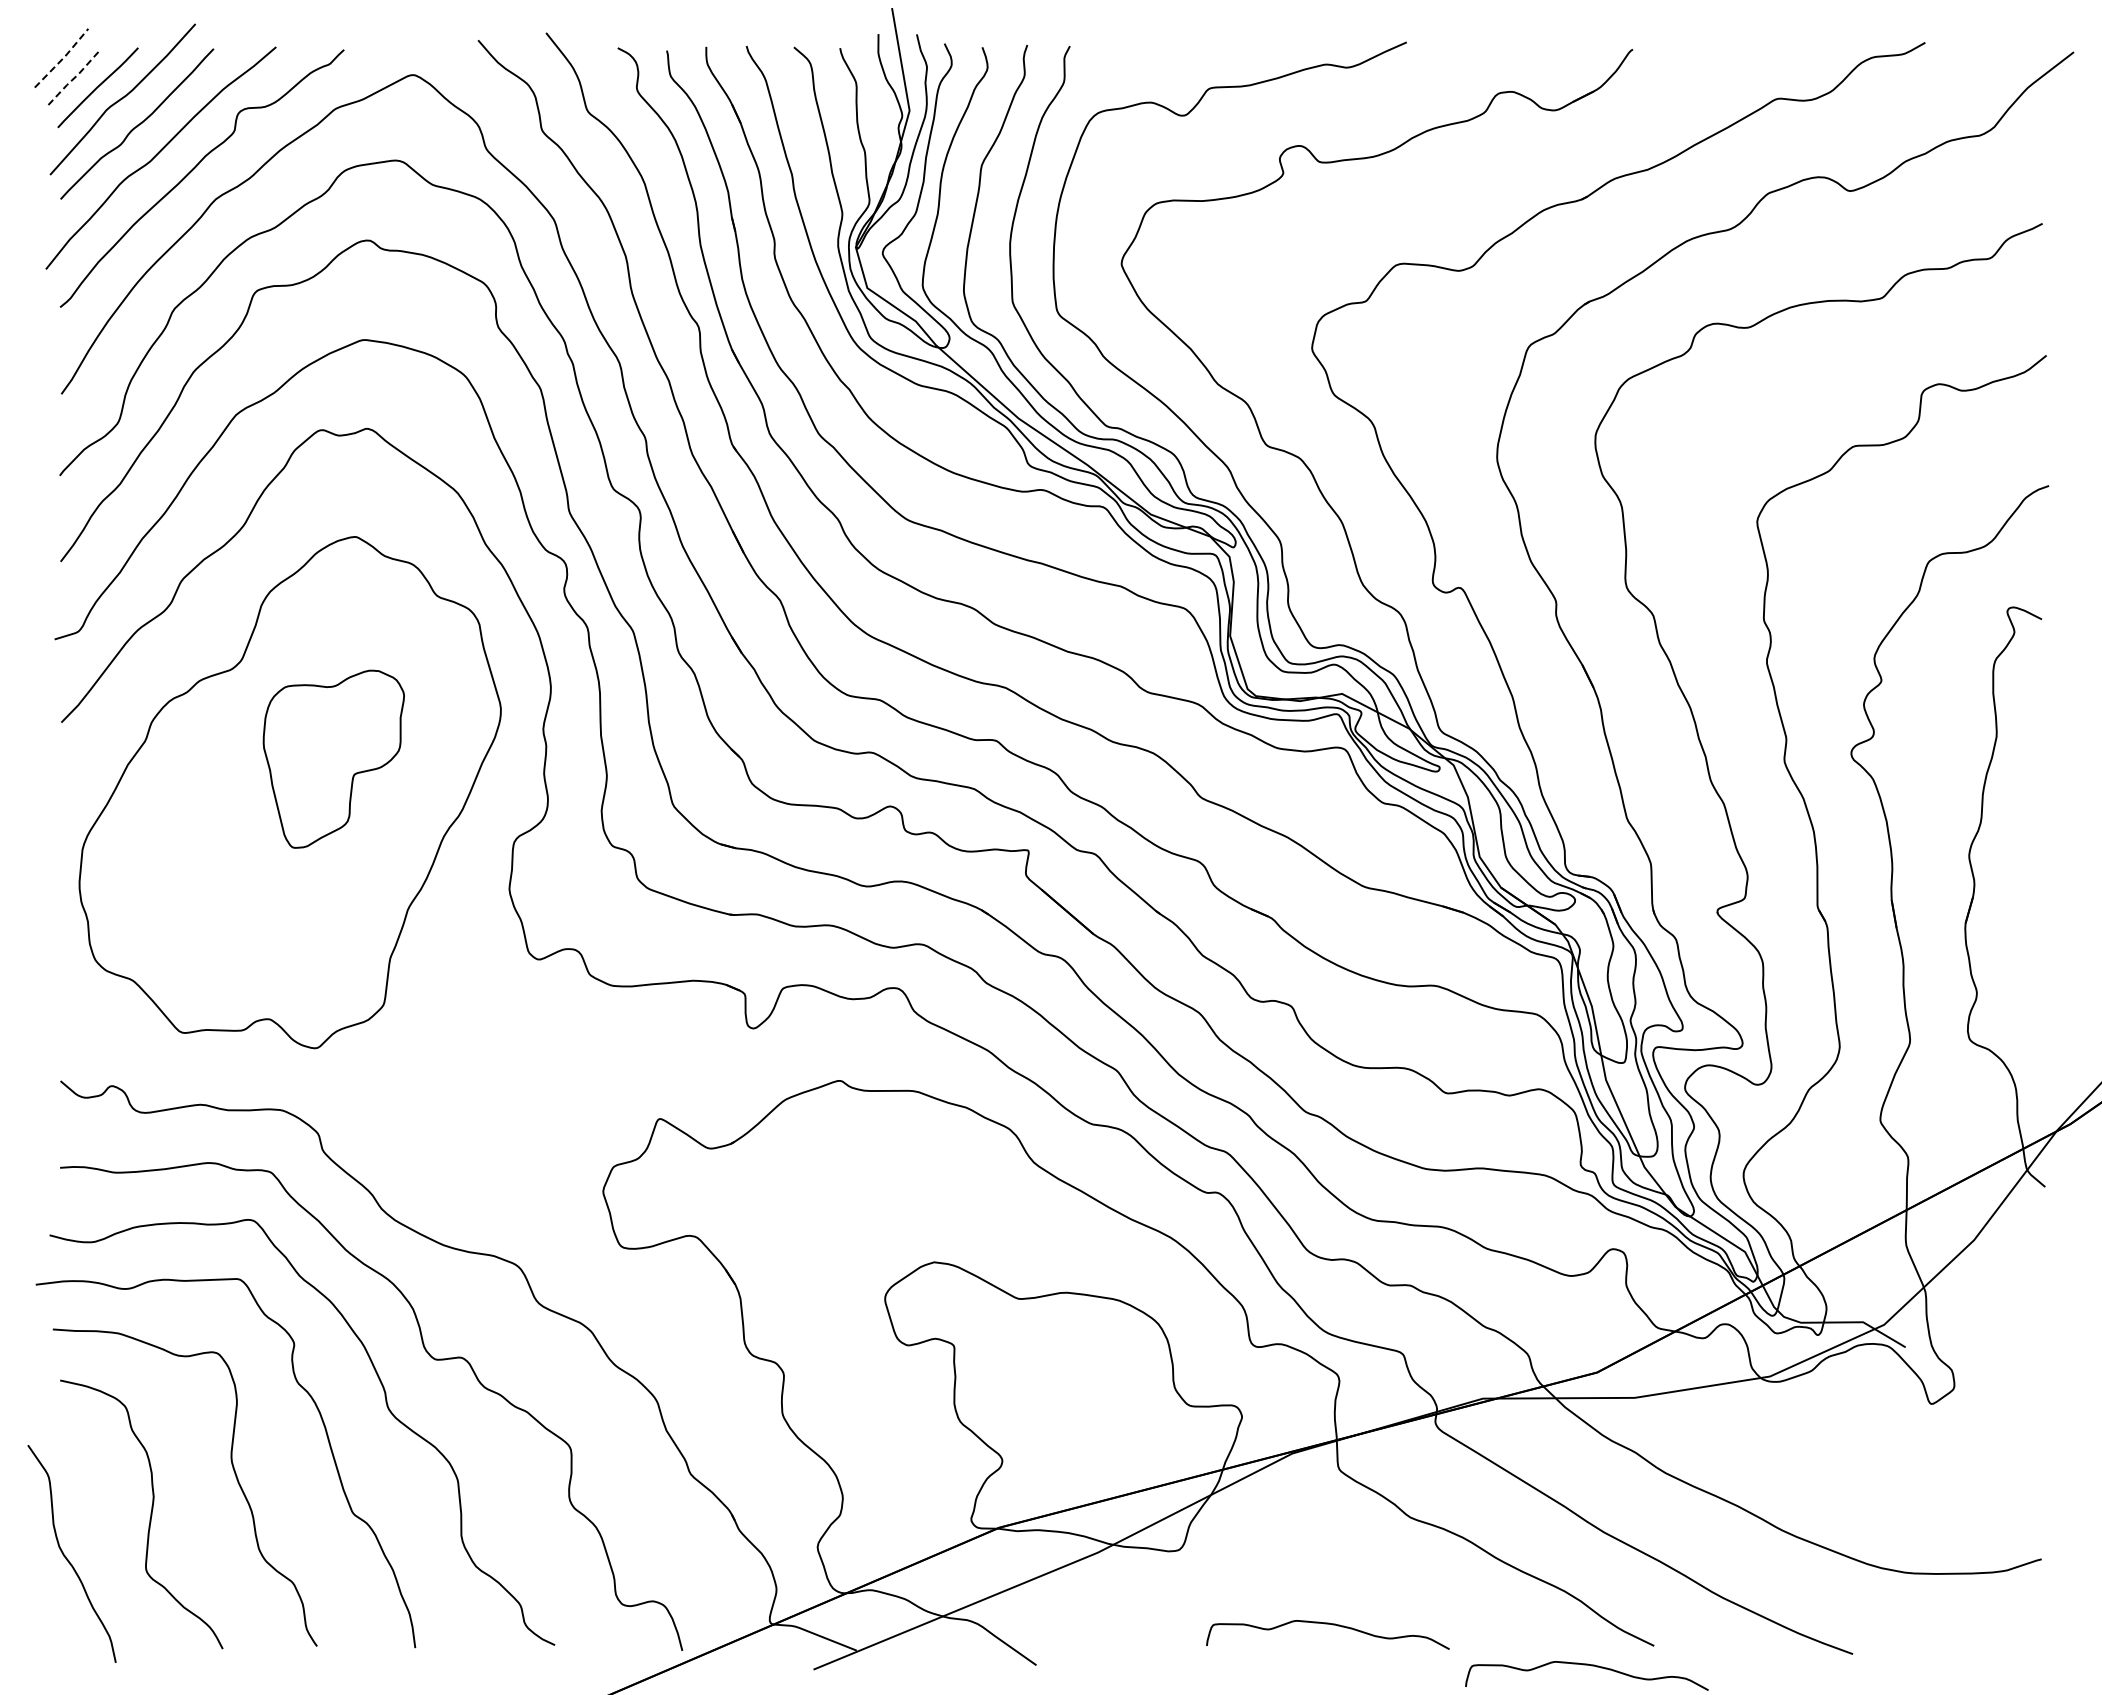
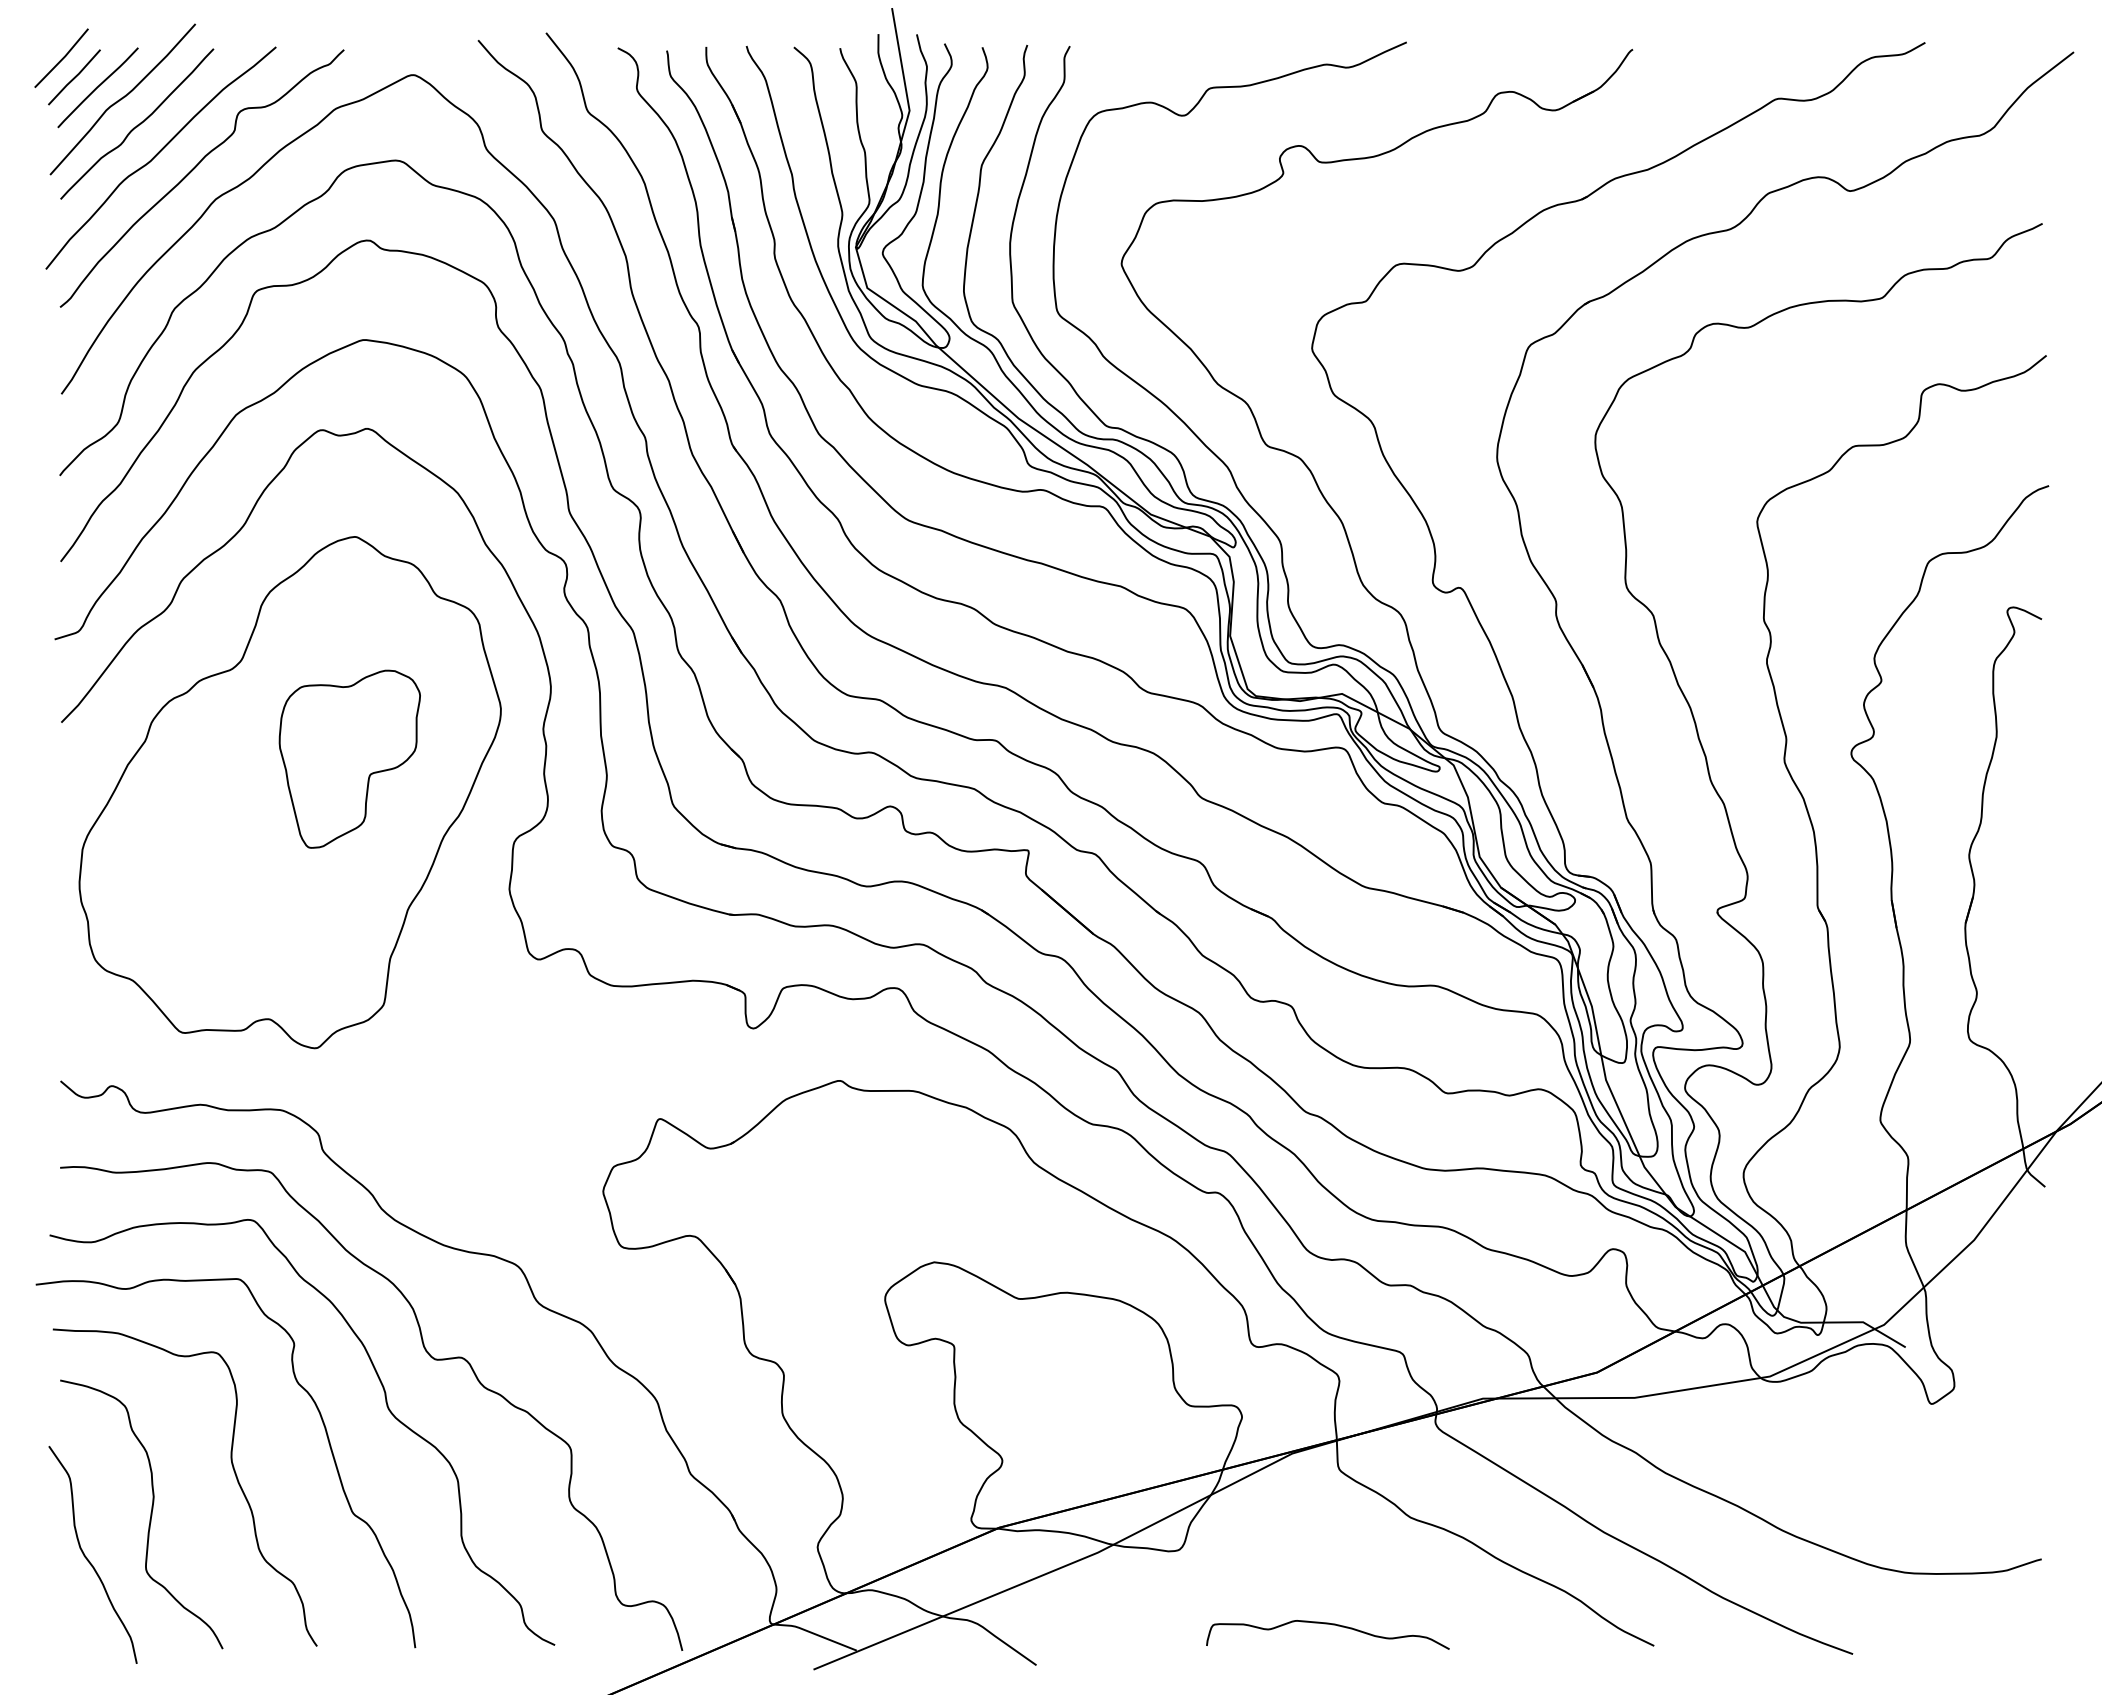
line at (63, 58): dashed -> solid
line at (74, 77): dashed -> solid
part at (333, 758) position: (333, 758) -> (349, 758)
curve at (66, 1556) position: (66, 1556) -> (87, 1557)
curve at (1586, 1665): present -> none
